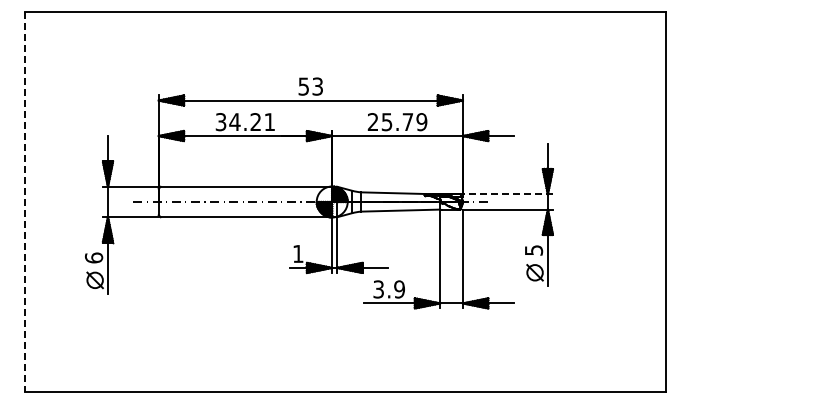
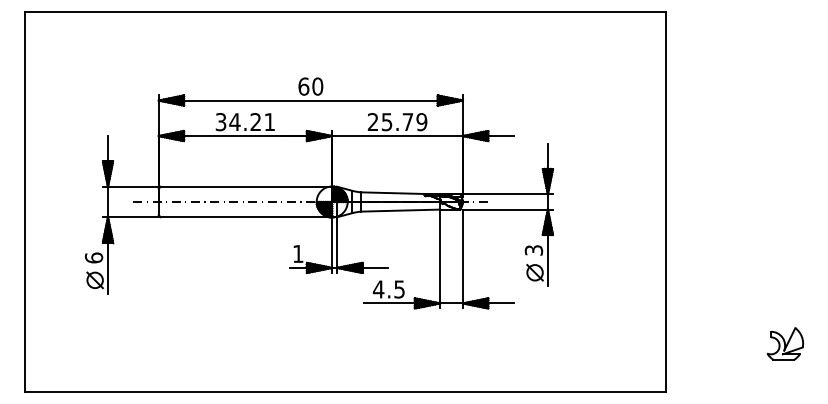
text at (310, 86): 53 -> 60
line at (507, 194): dashed -> solid
line at (24, 202): dashed -> solid
text at (533, 250): 5 -> 3
text at (388, 289): 3.9 -> 4.5
part at (784, 343): none -> present
